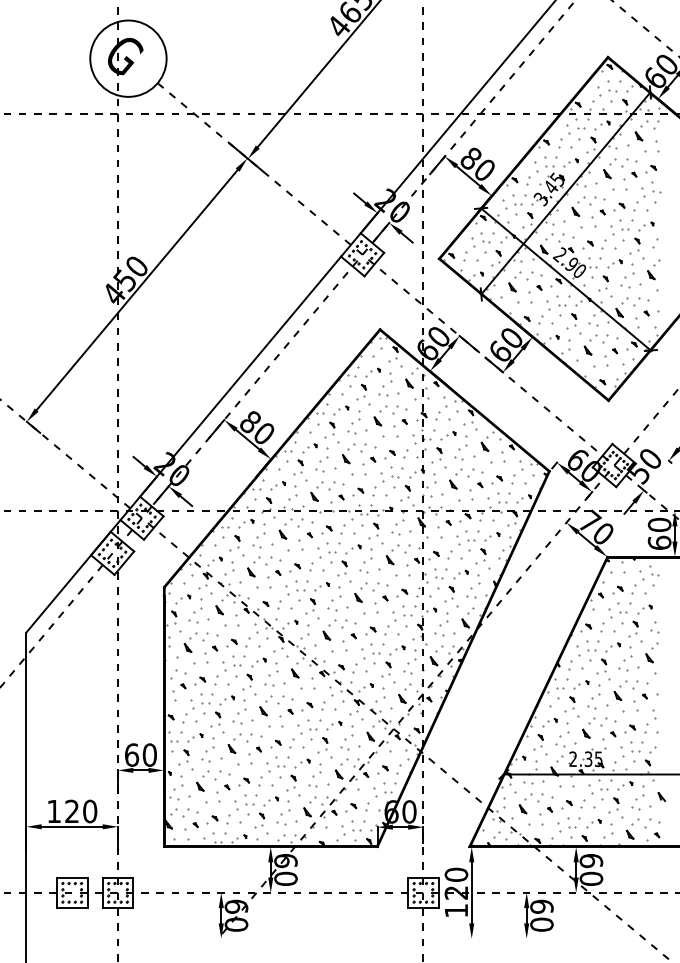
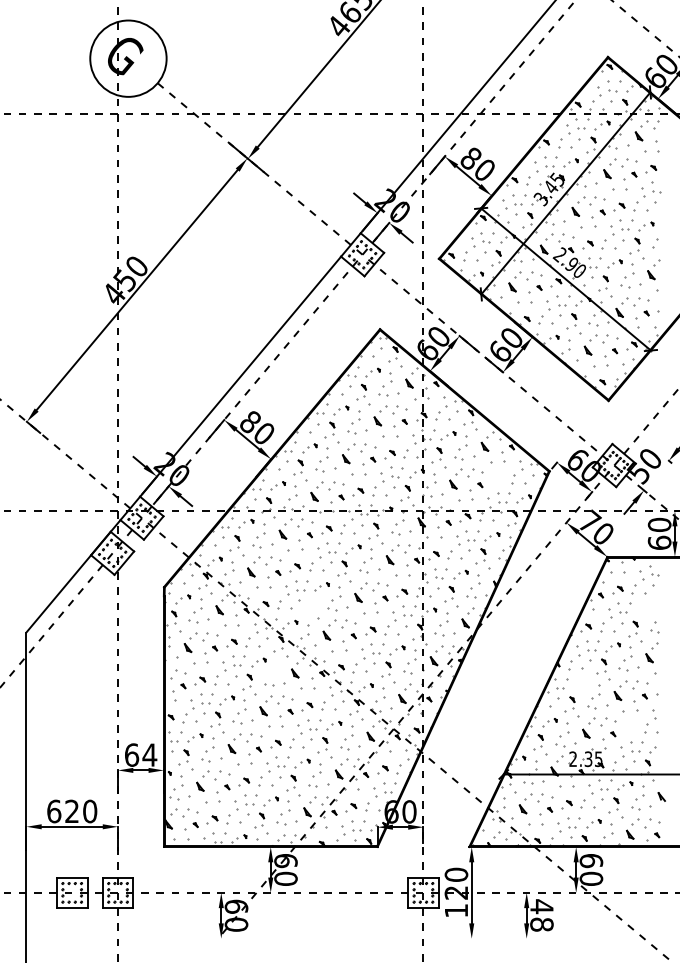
part at (497, 479): present -> none
part at (310, 606): present -> none
part at (644, 609): present -> none
part at (273, 669): present -> none
part at (581, 684): present -> none
part at (629, 728): present -> none
text at (149, 754): 60 -> 64
text at (54, 811): 120 -> 620
text at (541, 915): 60 -> 48
